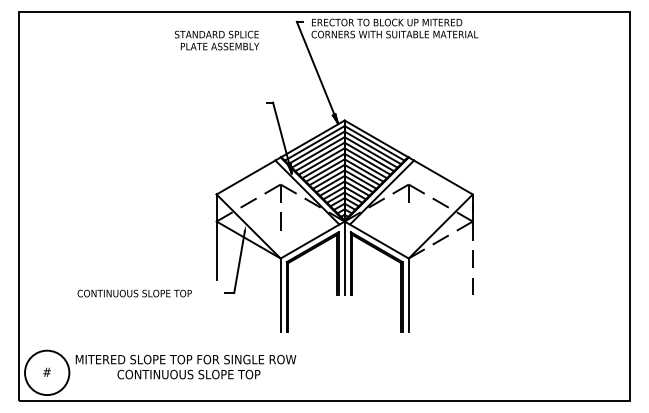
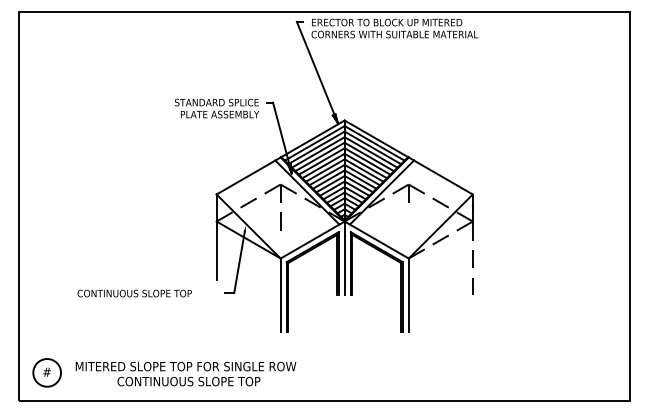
text at (216, 40) position: (216, 40) -> (216, 108)
text at (185, 366) position: (185, 366) -> (185, 373)
circle at (47, 372) diameter: 44 px -> 28 px
